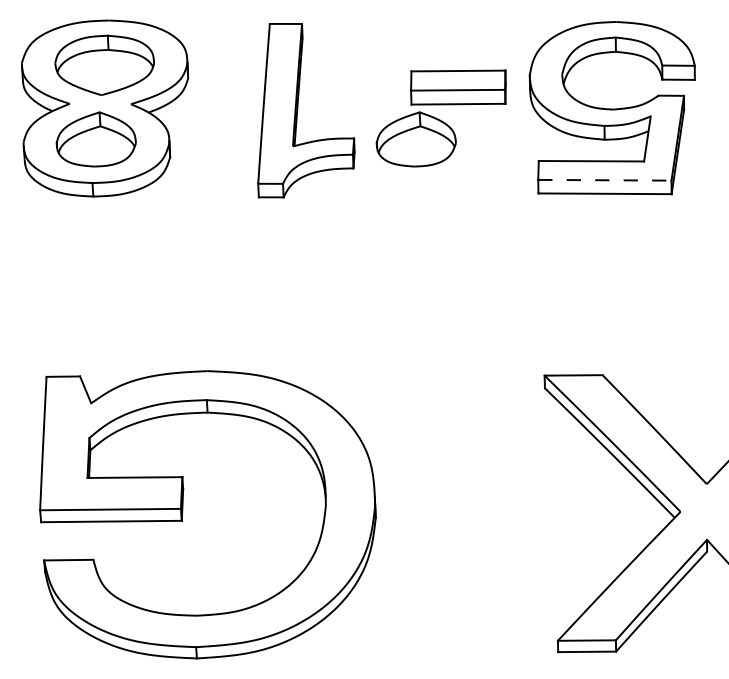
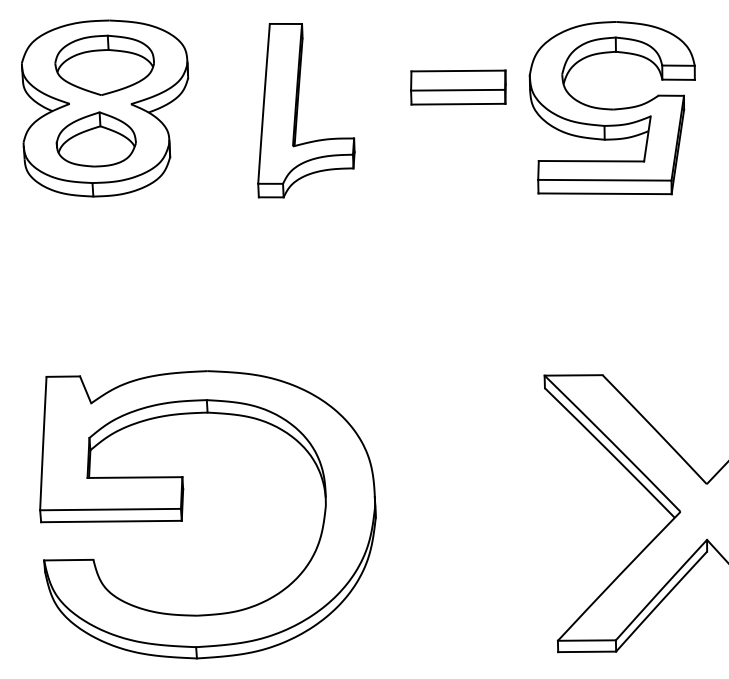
part at (415, 139): present -> none
line at (604, 180): dashed -> solid
